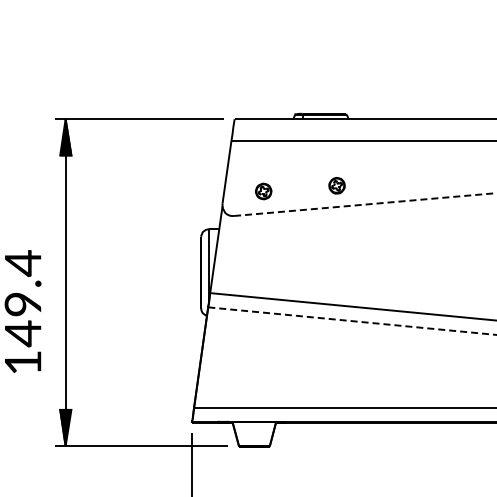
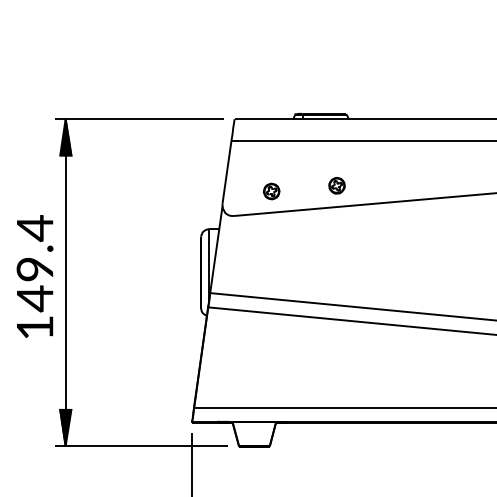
part at (263, 191) position: (263, 191) -> (271, 191)
line at (365, 204): dashed -> solid
text at (22, 311) position: (22, 311) -> (34, 276)
line at (352, 321): dashed -> solid
